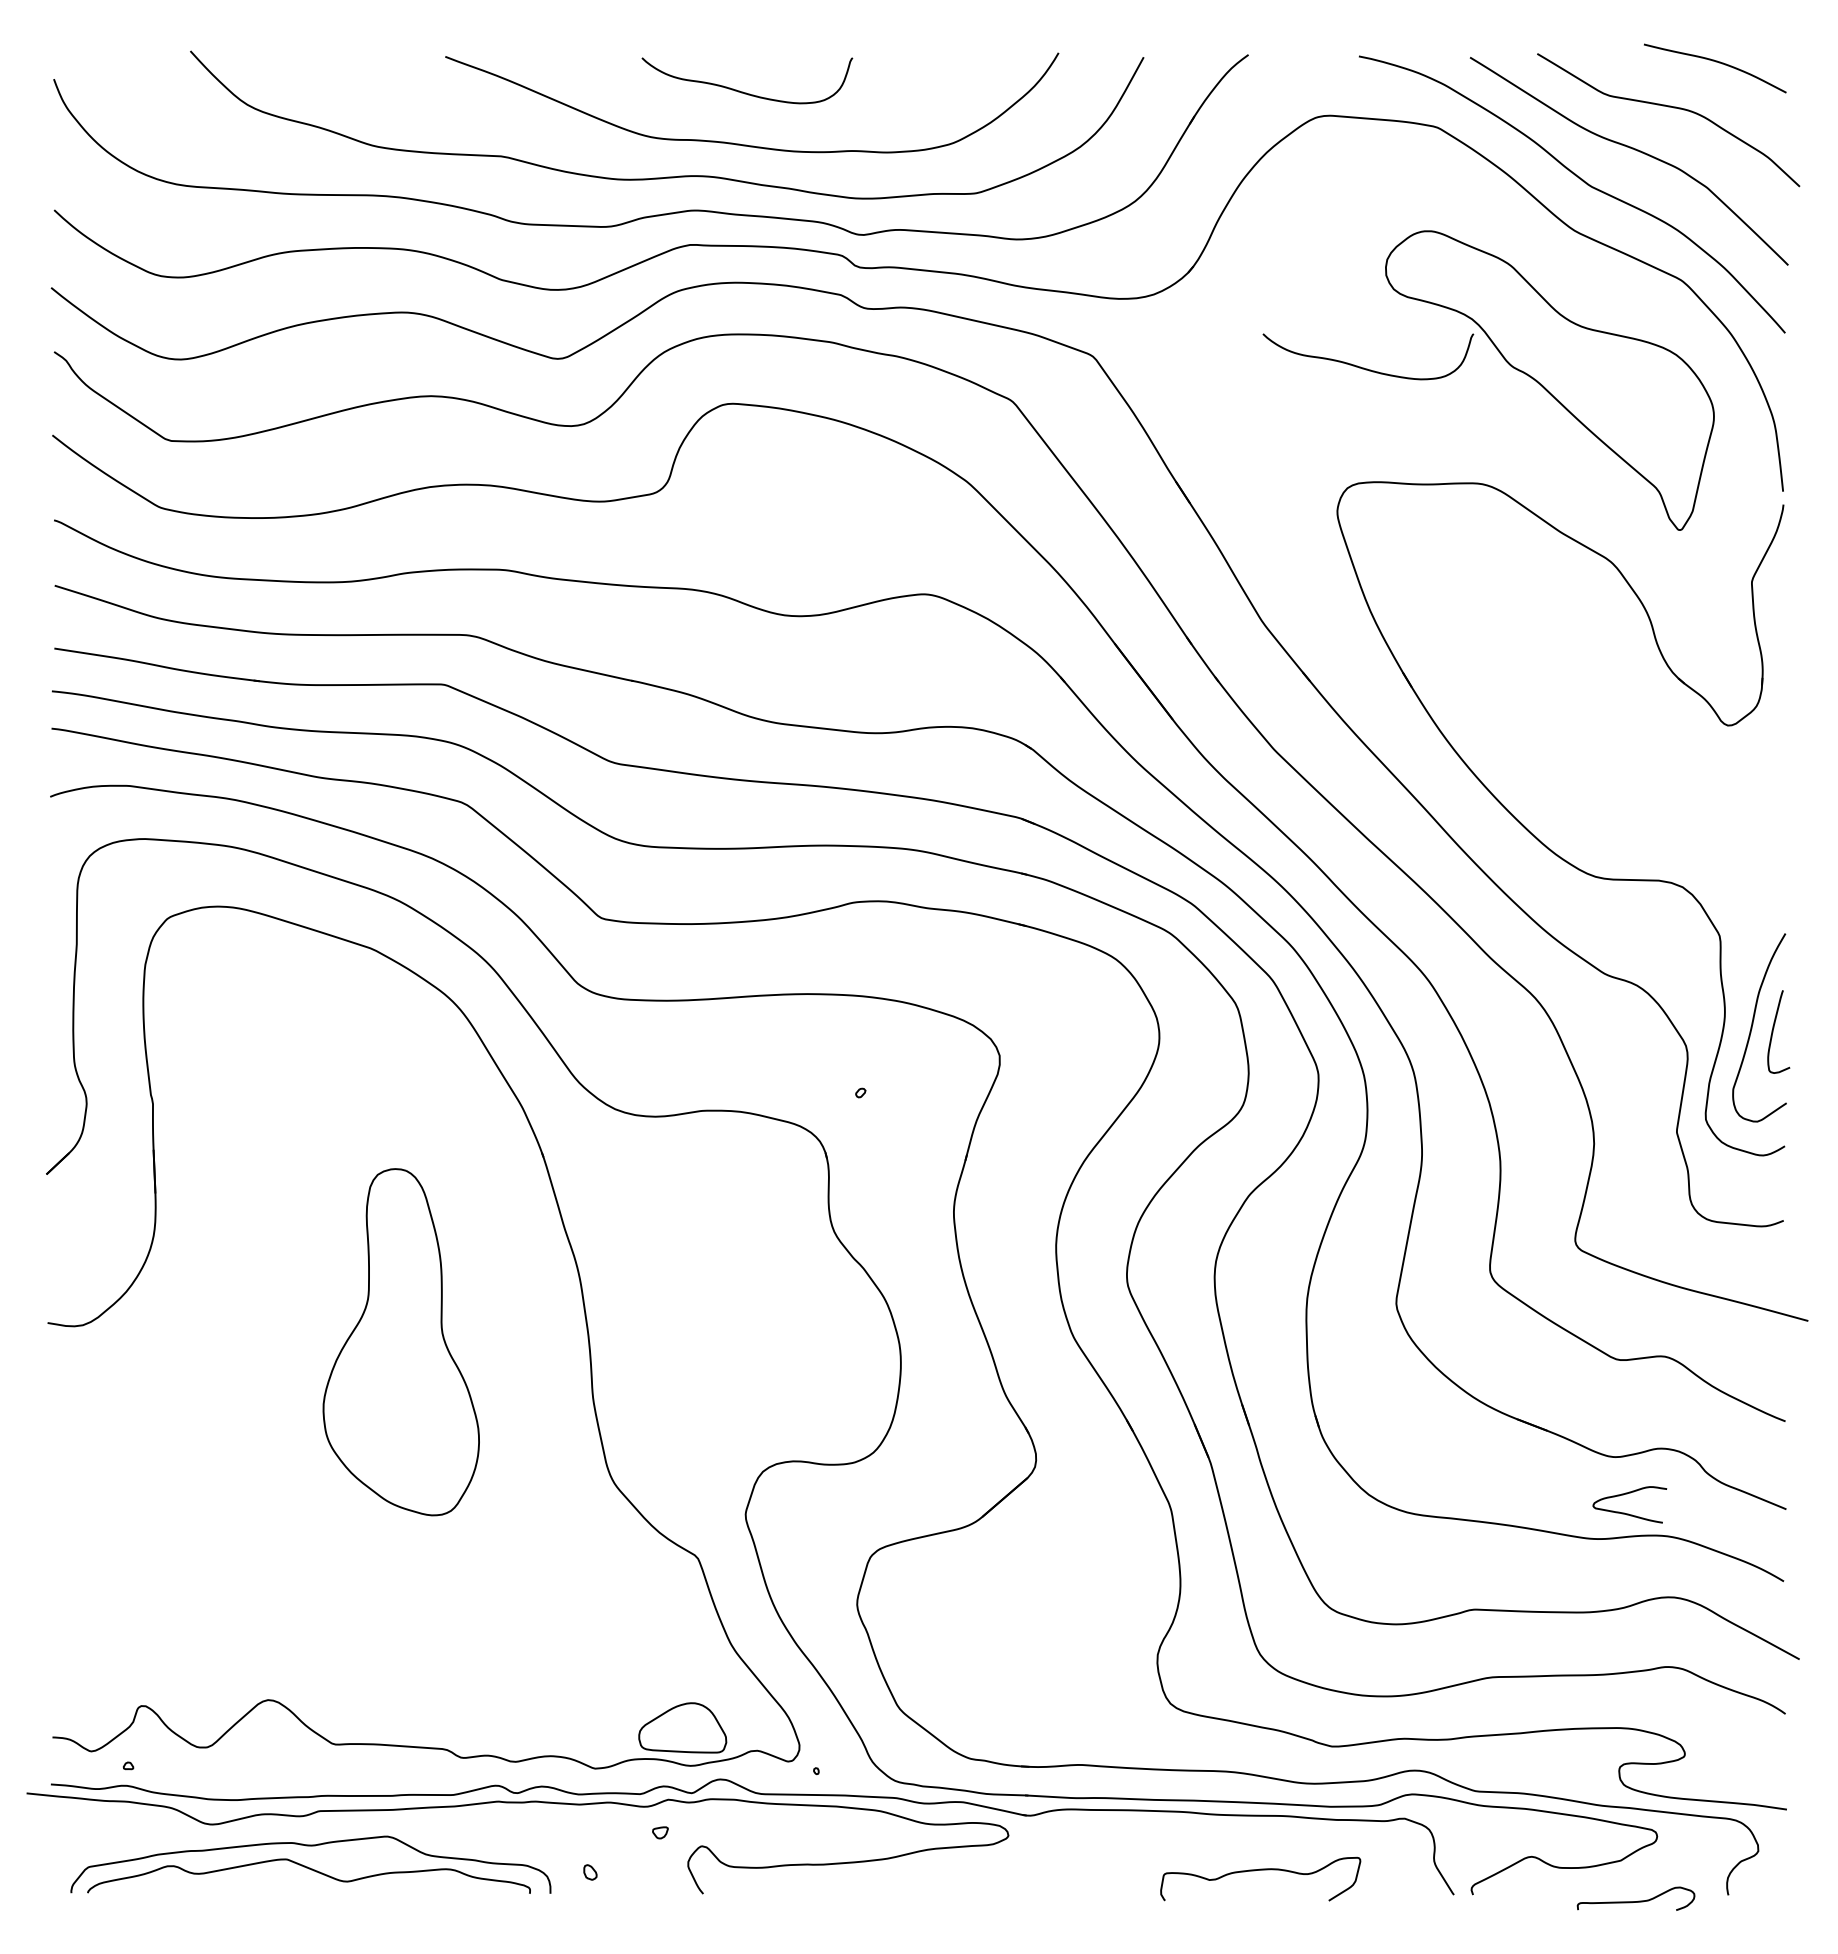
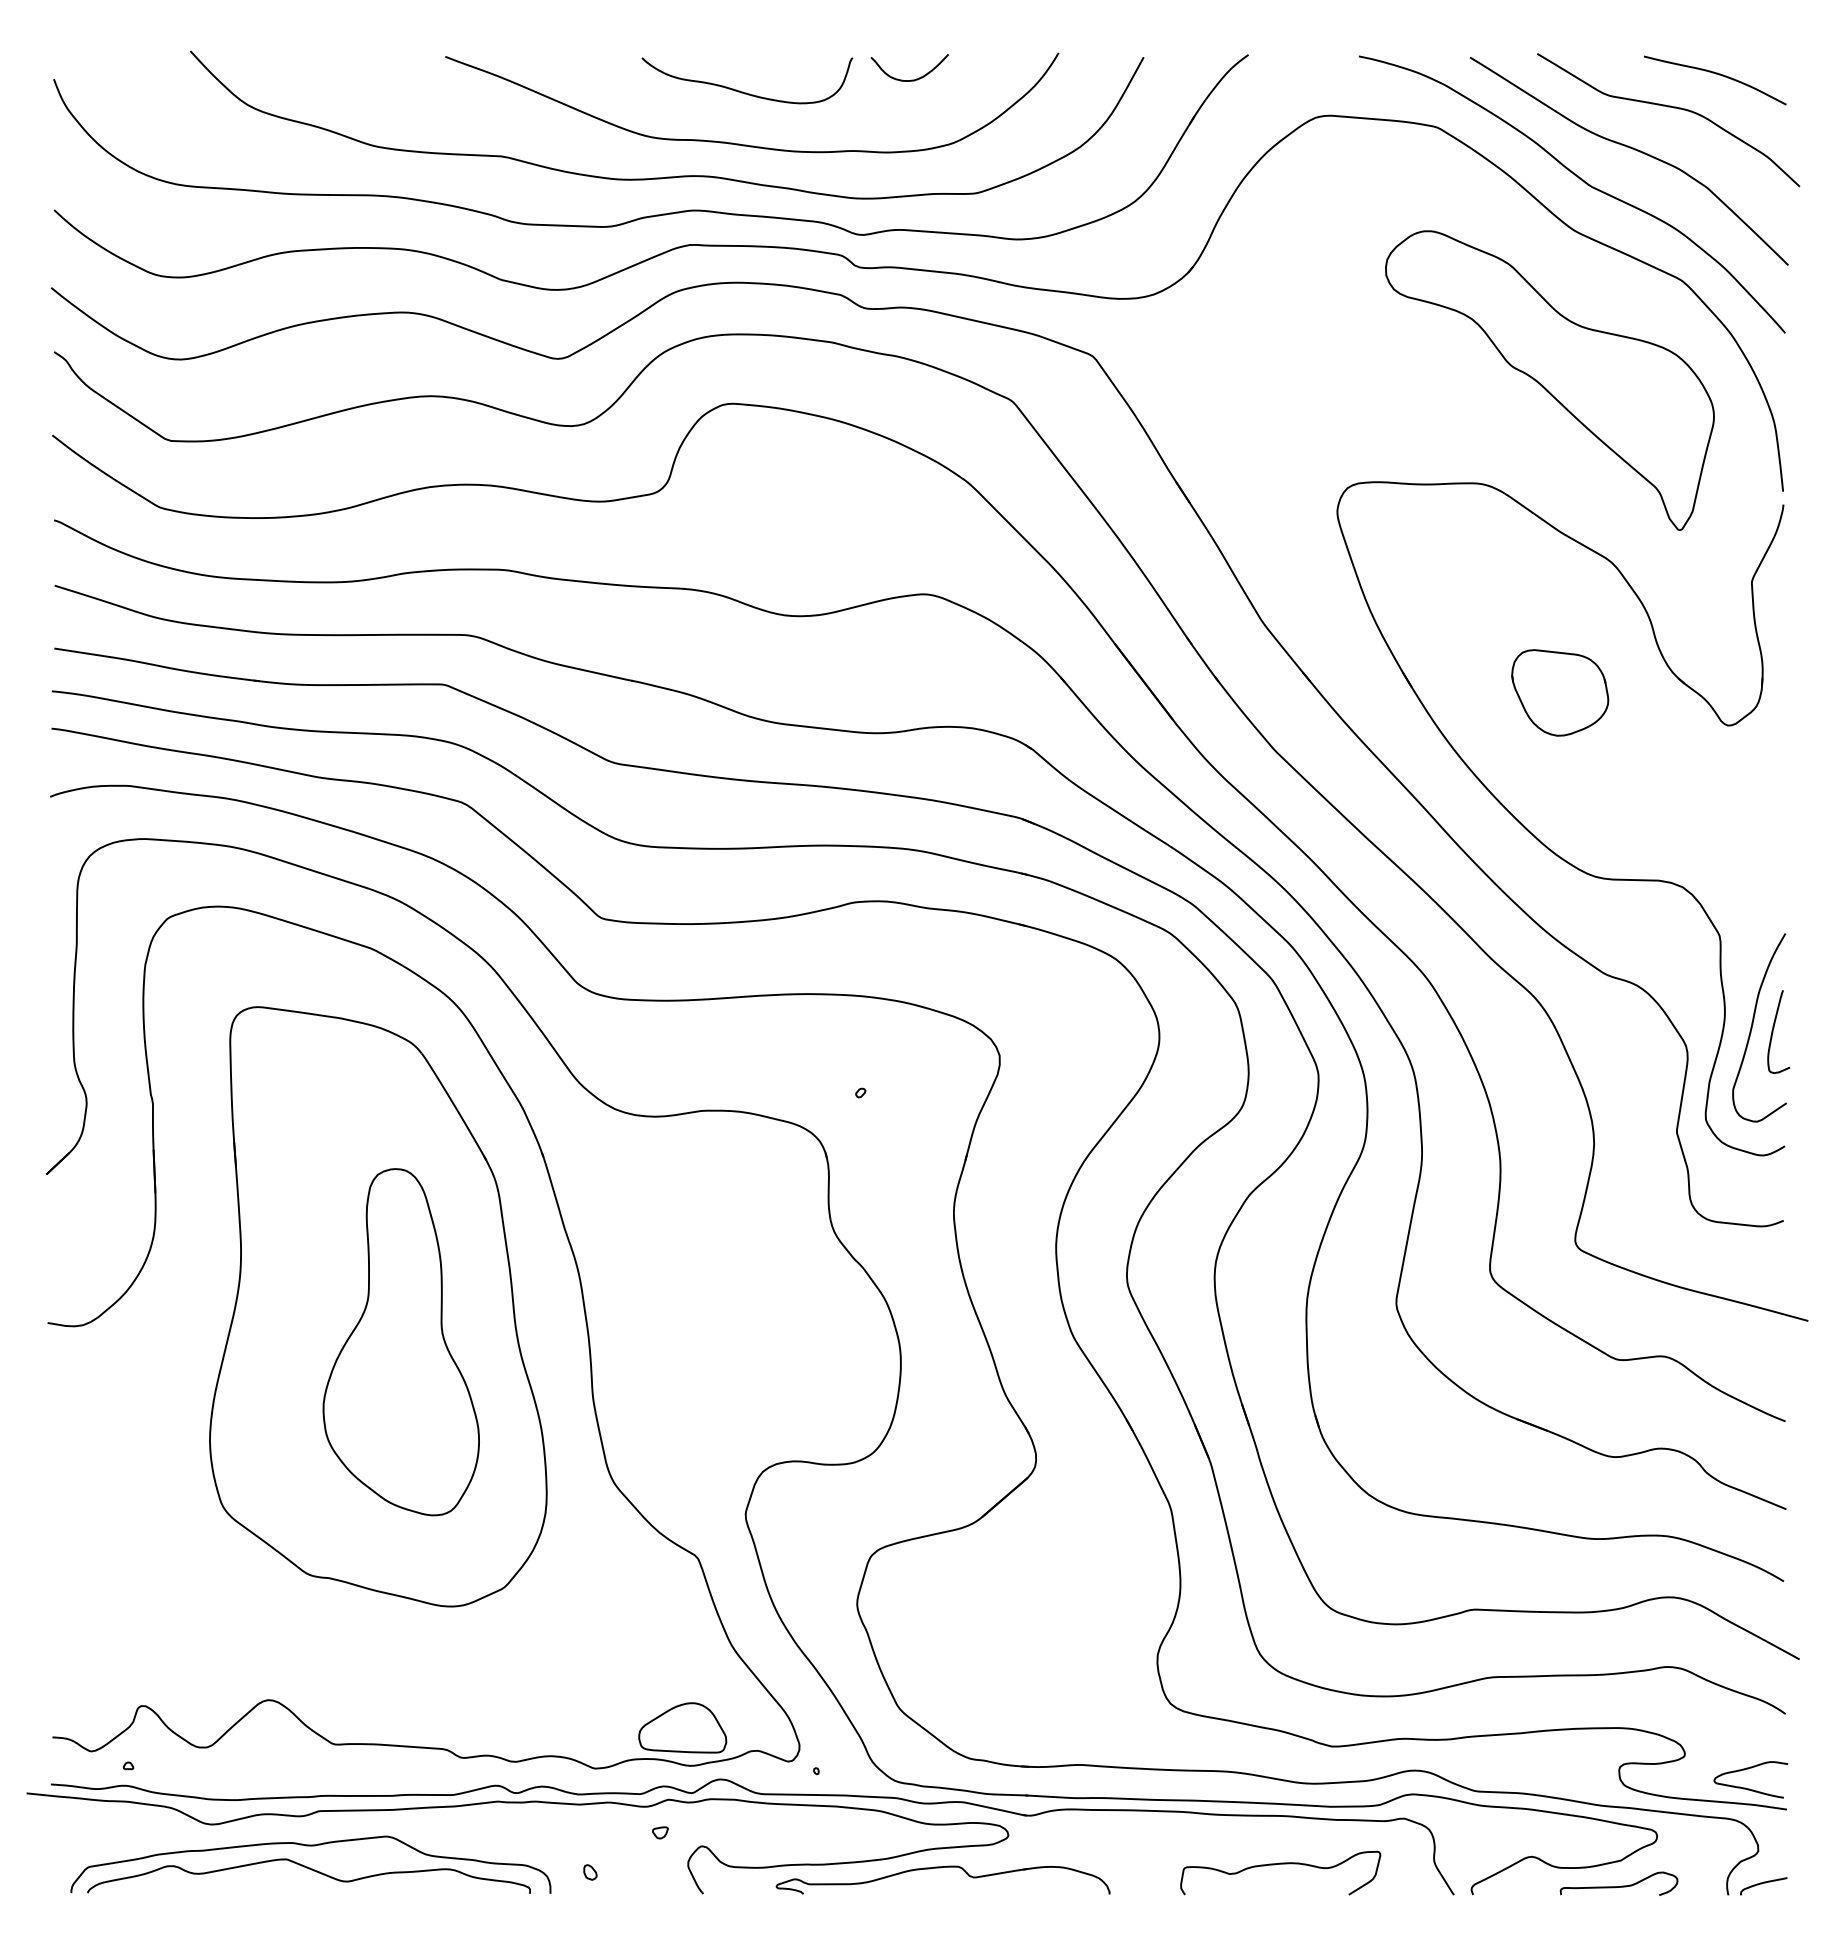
curve at (1715, 62) position: (1715, 62) -> (1715, 74)
curve at (911, 79): none -> present
curve at (1364, 367): present -> none
part at (1560, 692): none -> present
part at (378, 1306): none -> present
curve at (1628, 1513) position: (1628, 1513) -> (1749, 1788)
part at (940, 1868): none -> present
curve at (1260, 1870) position: (1260, 1870) -> (1280, 1864)
curve at (1761, 1884): none -> present
part at (1635, 1898) position: (1635, 1898) -> (1618, 1883)
